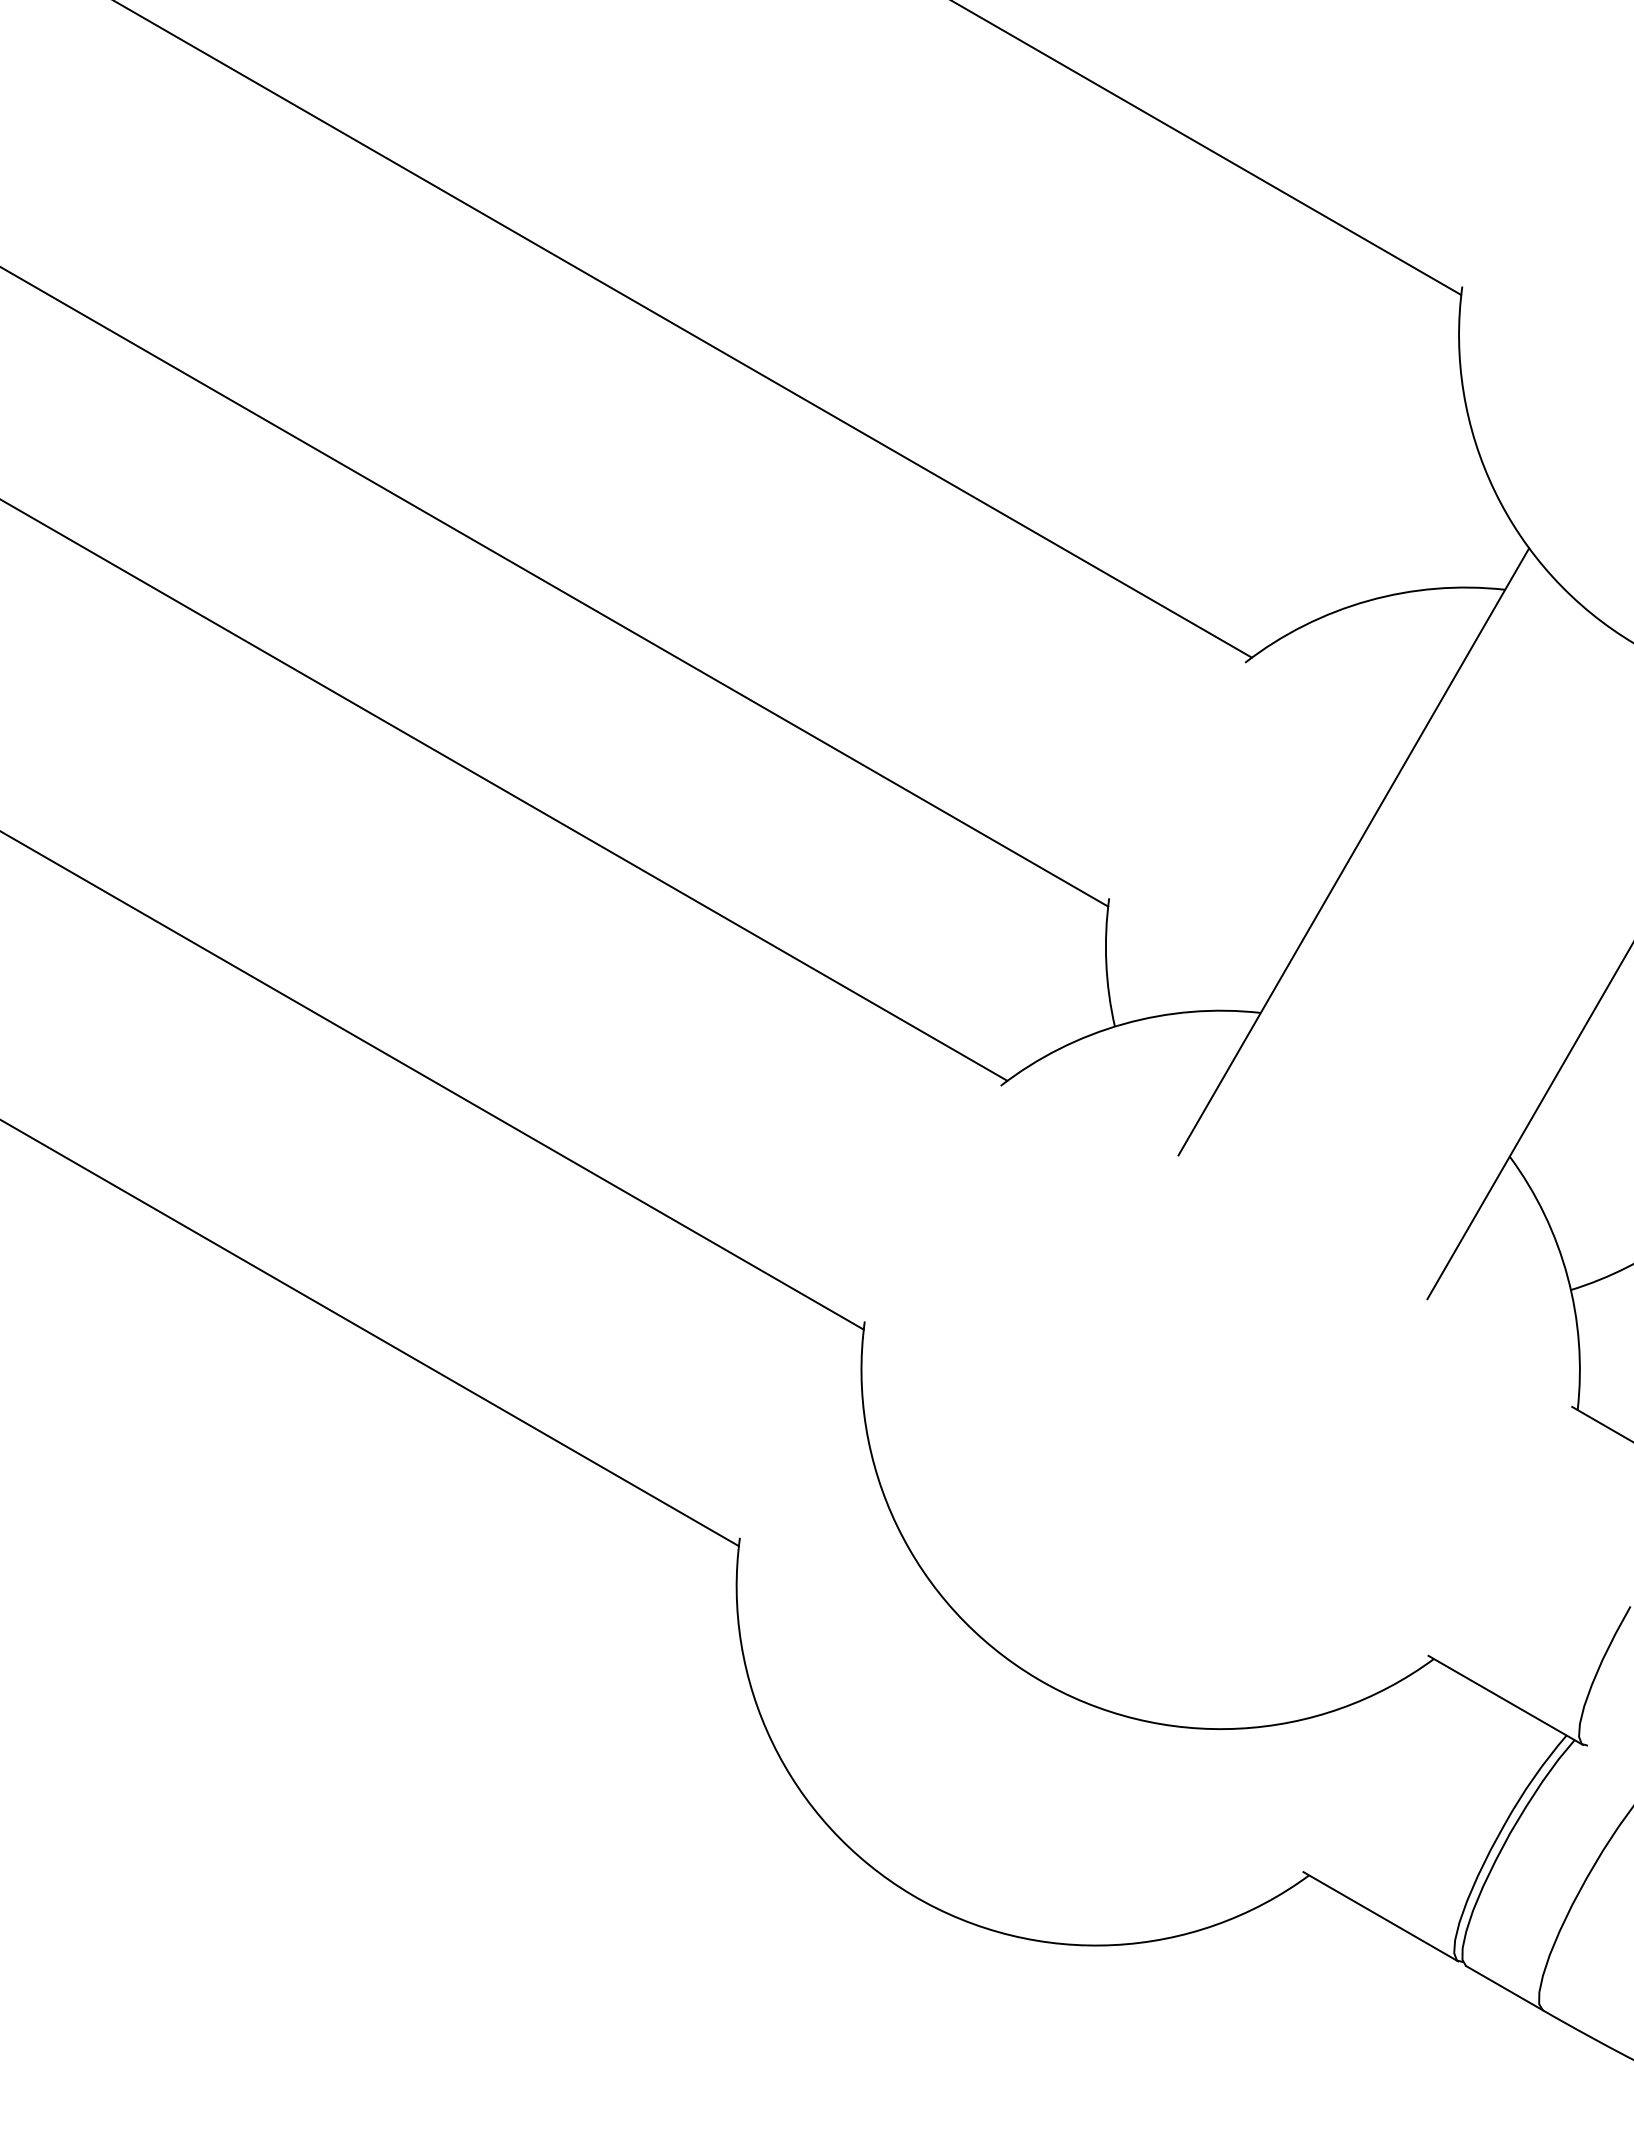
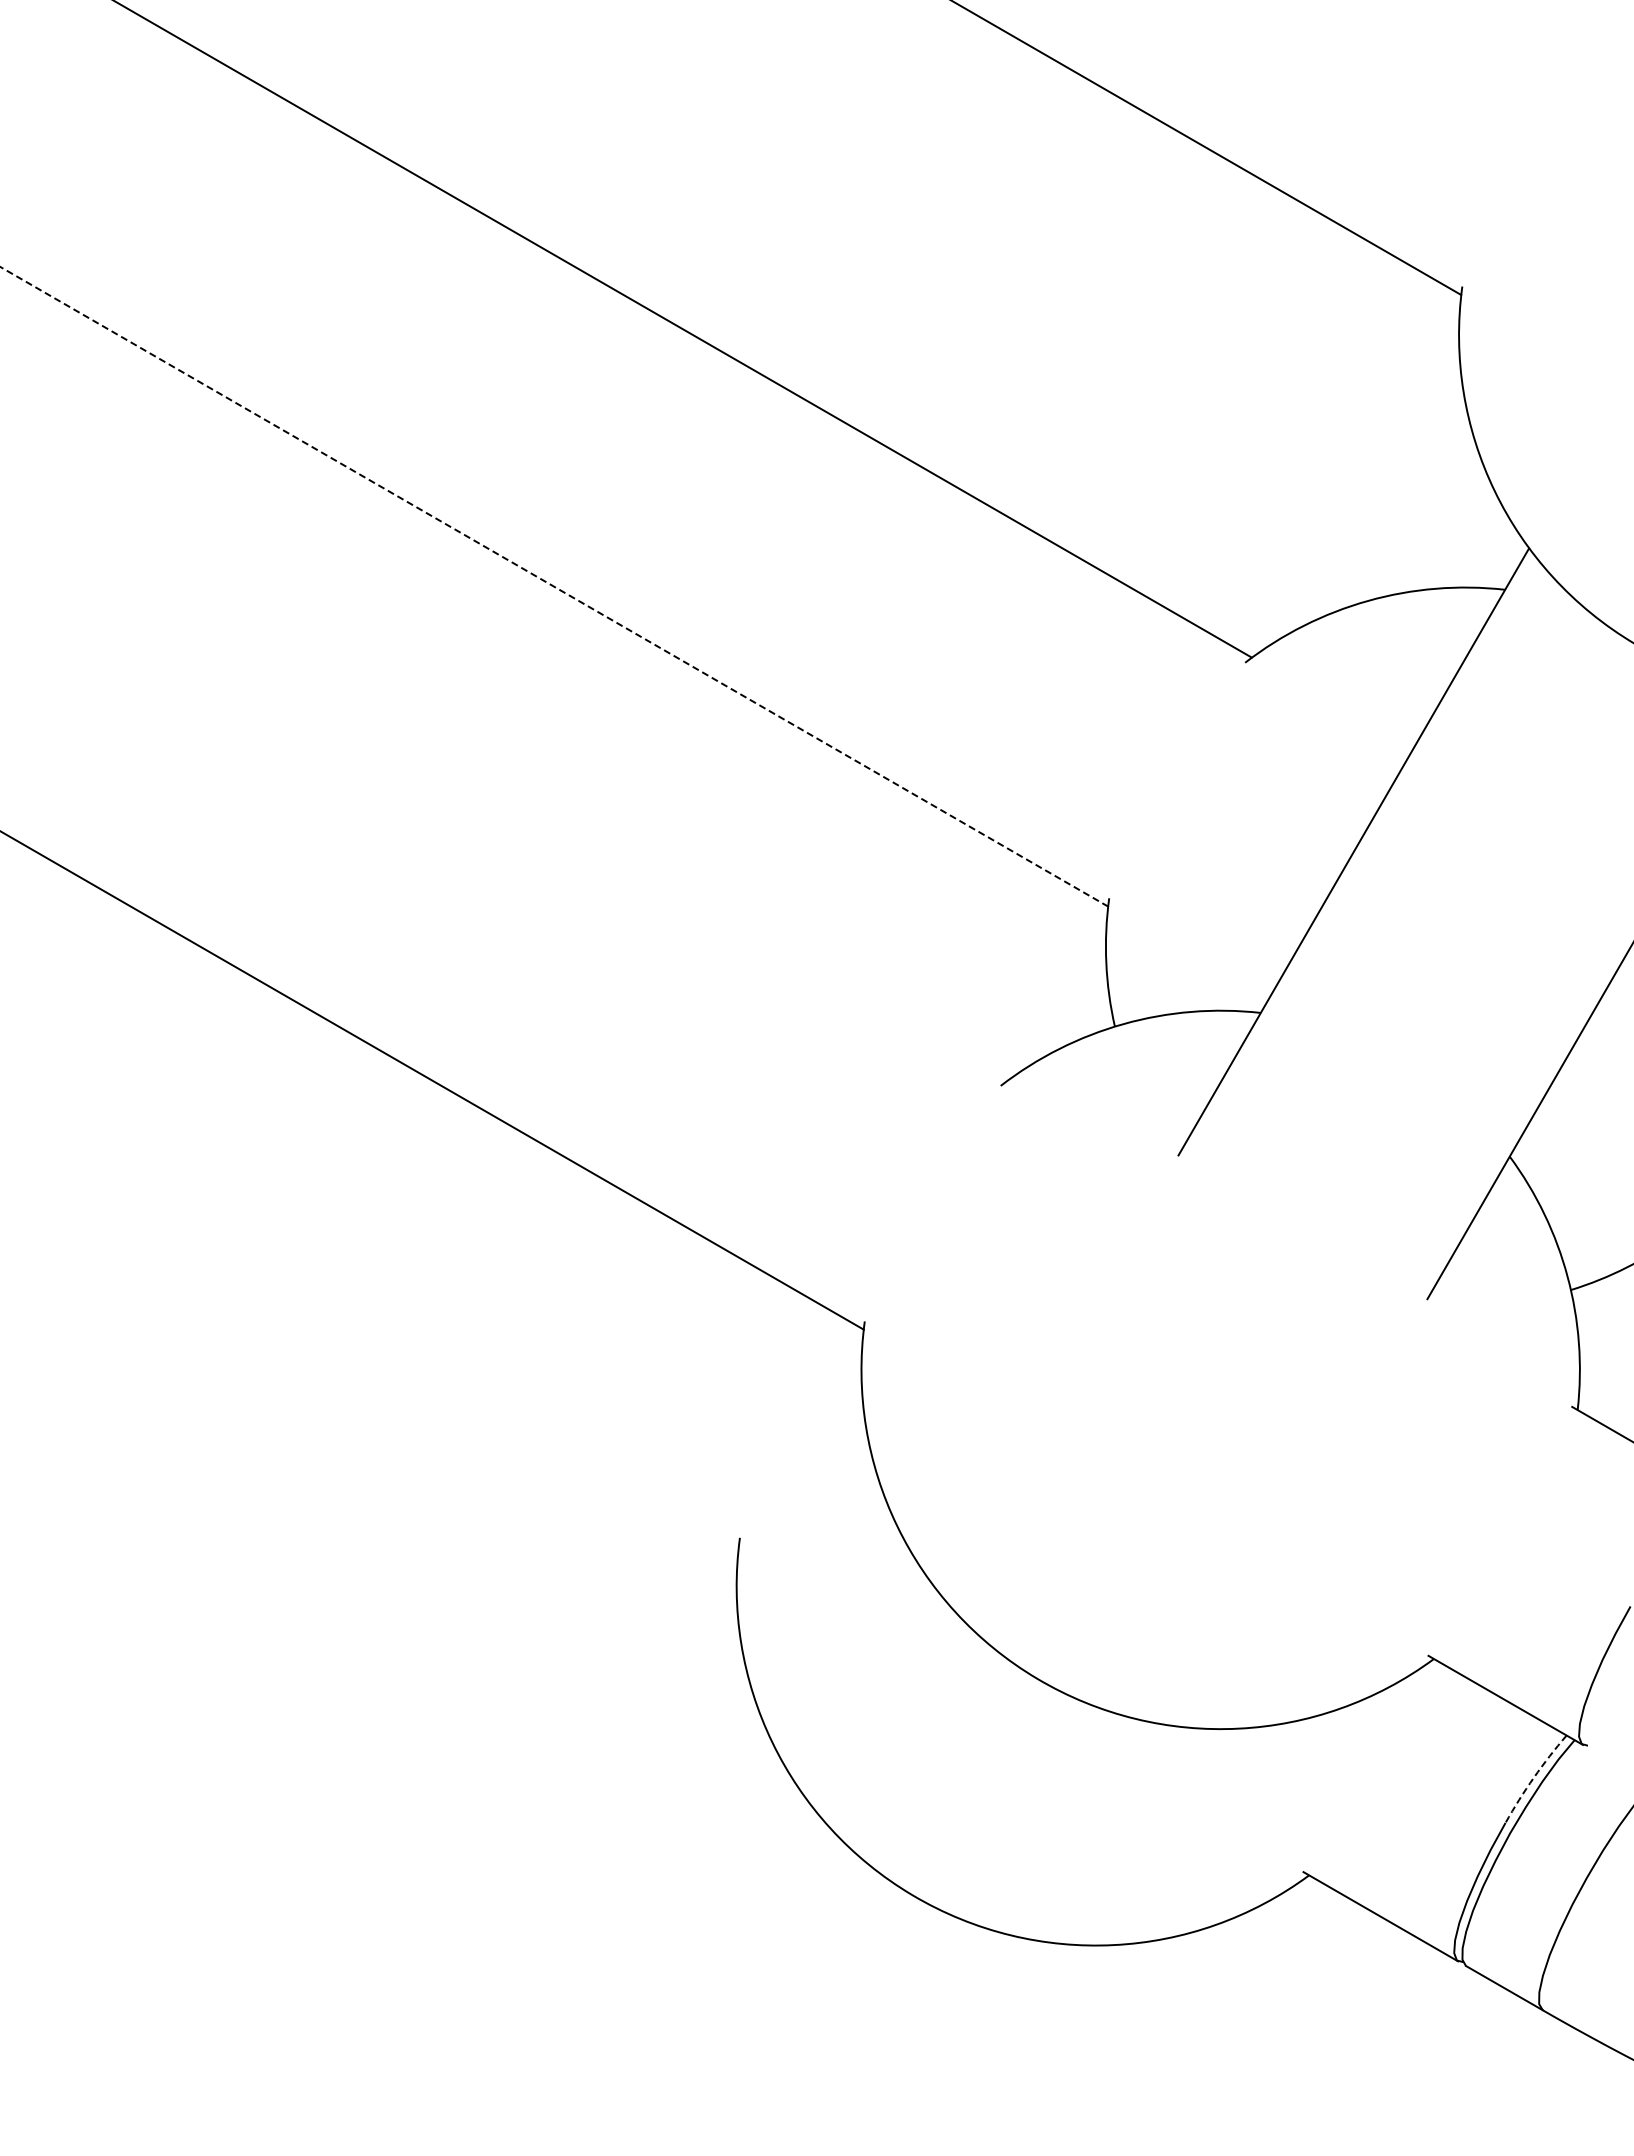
line at (554, 587): solid -> dashed
line at (504, 790): present -> none
line at (370, 1333): present -> none
arc at (1533, 1777): solid -> dashed
